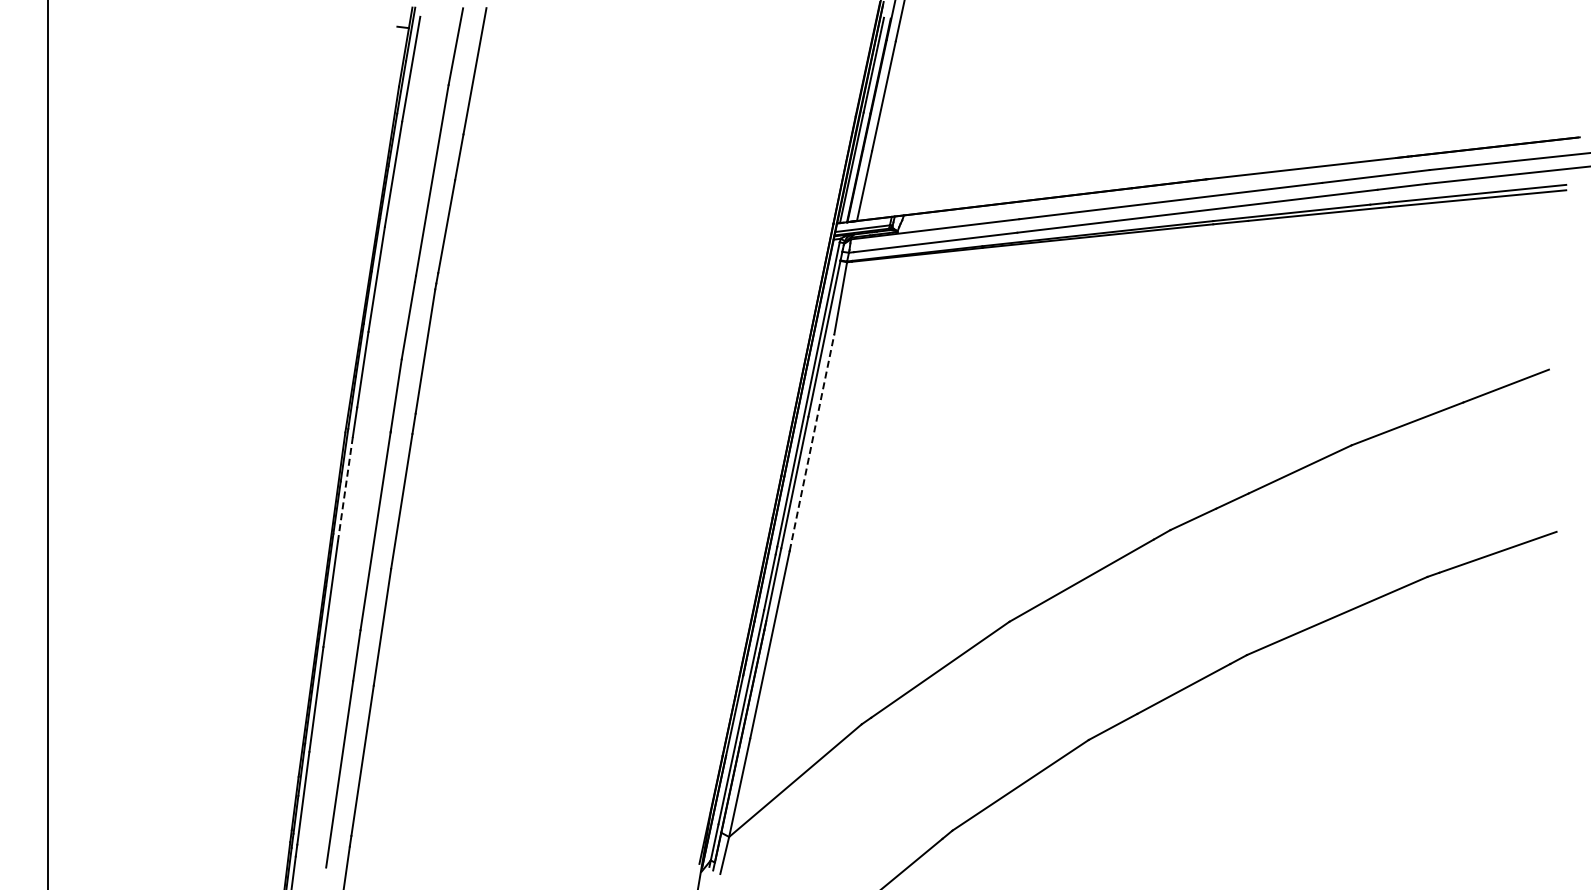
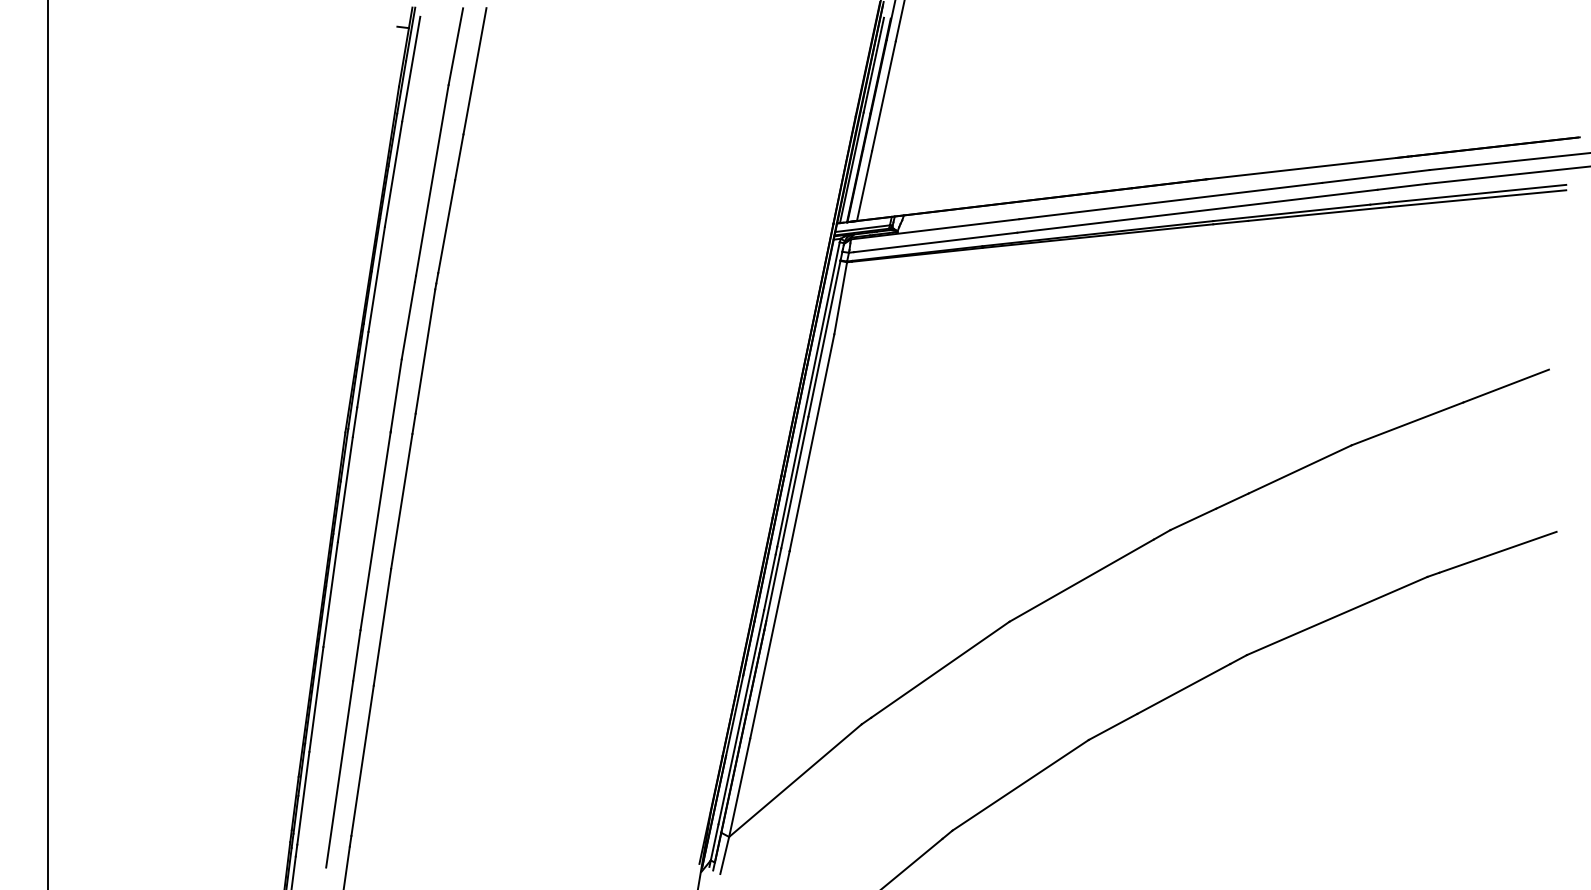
line at (812, 442): dashed -> solid
line at (345, 490): dashed -> solid
